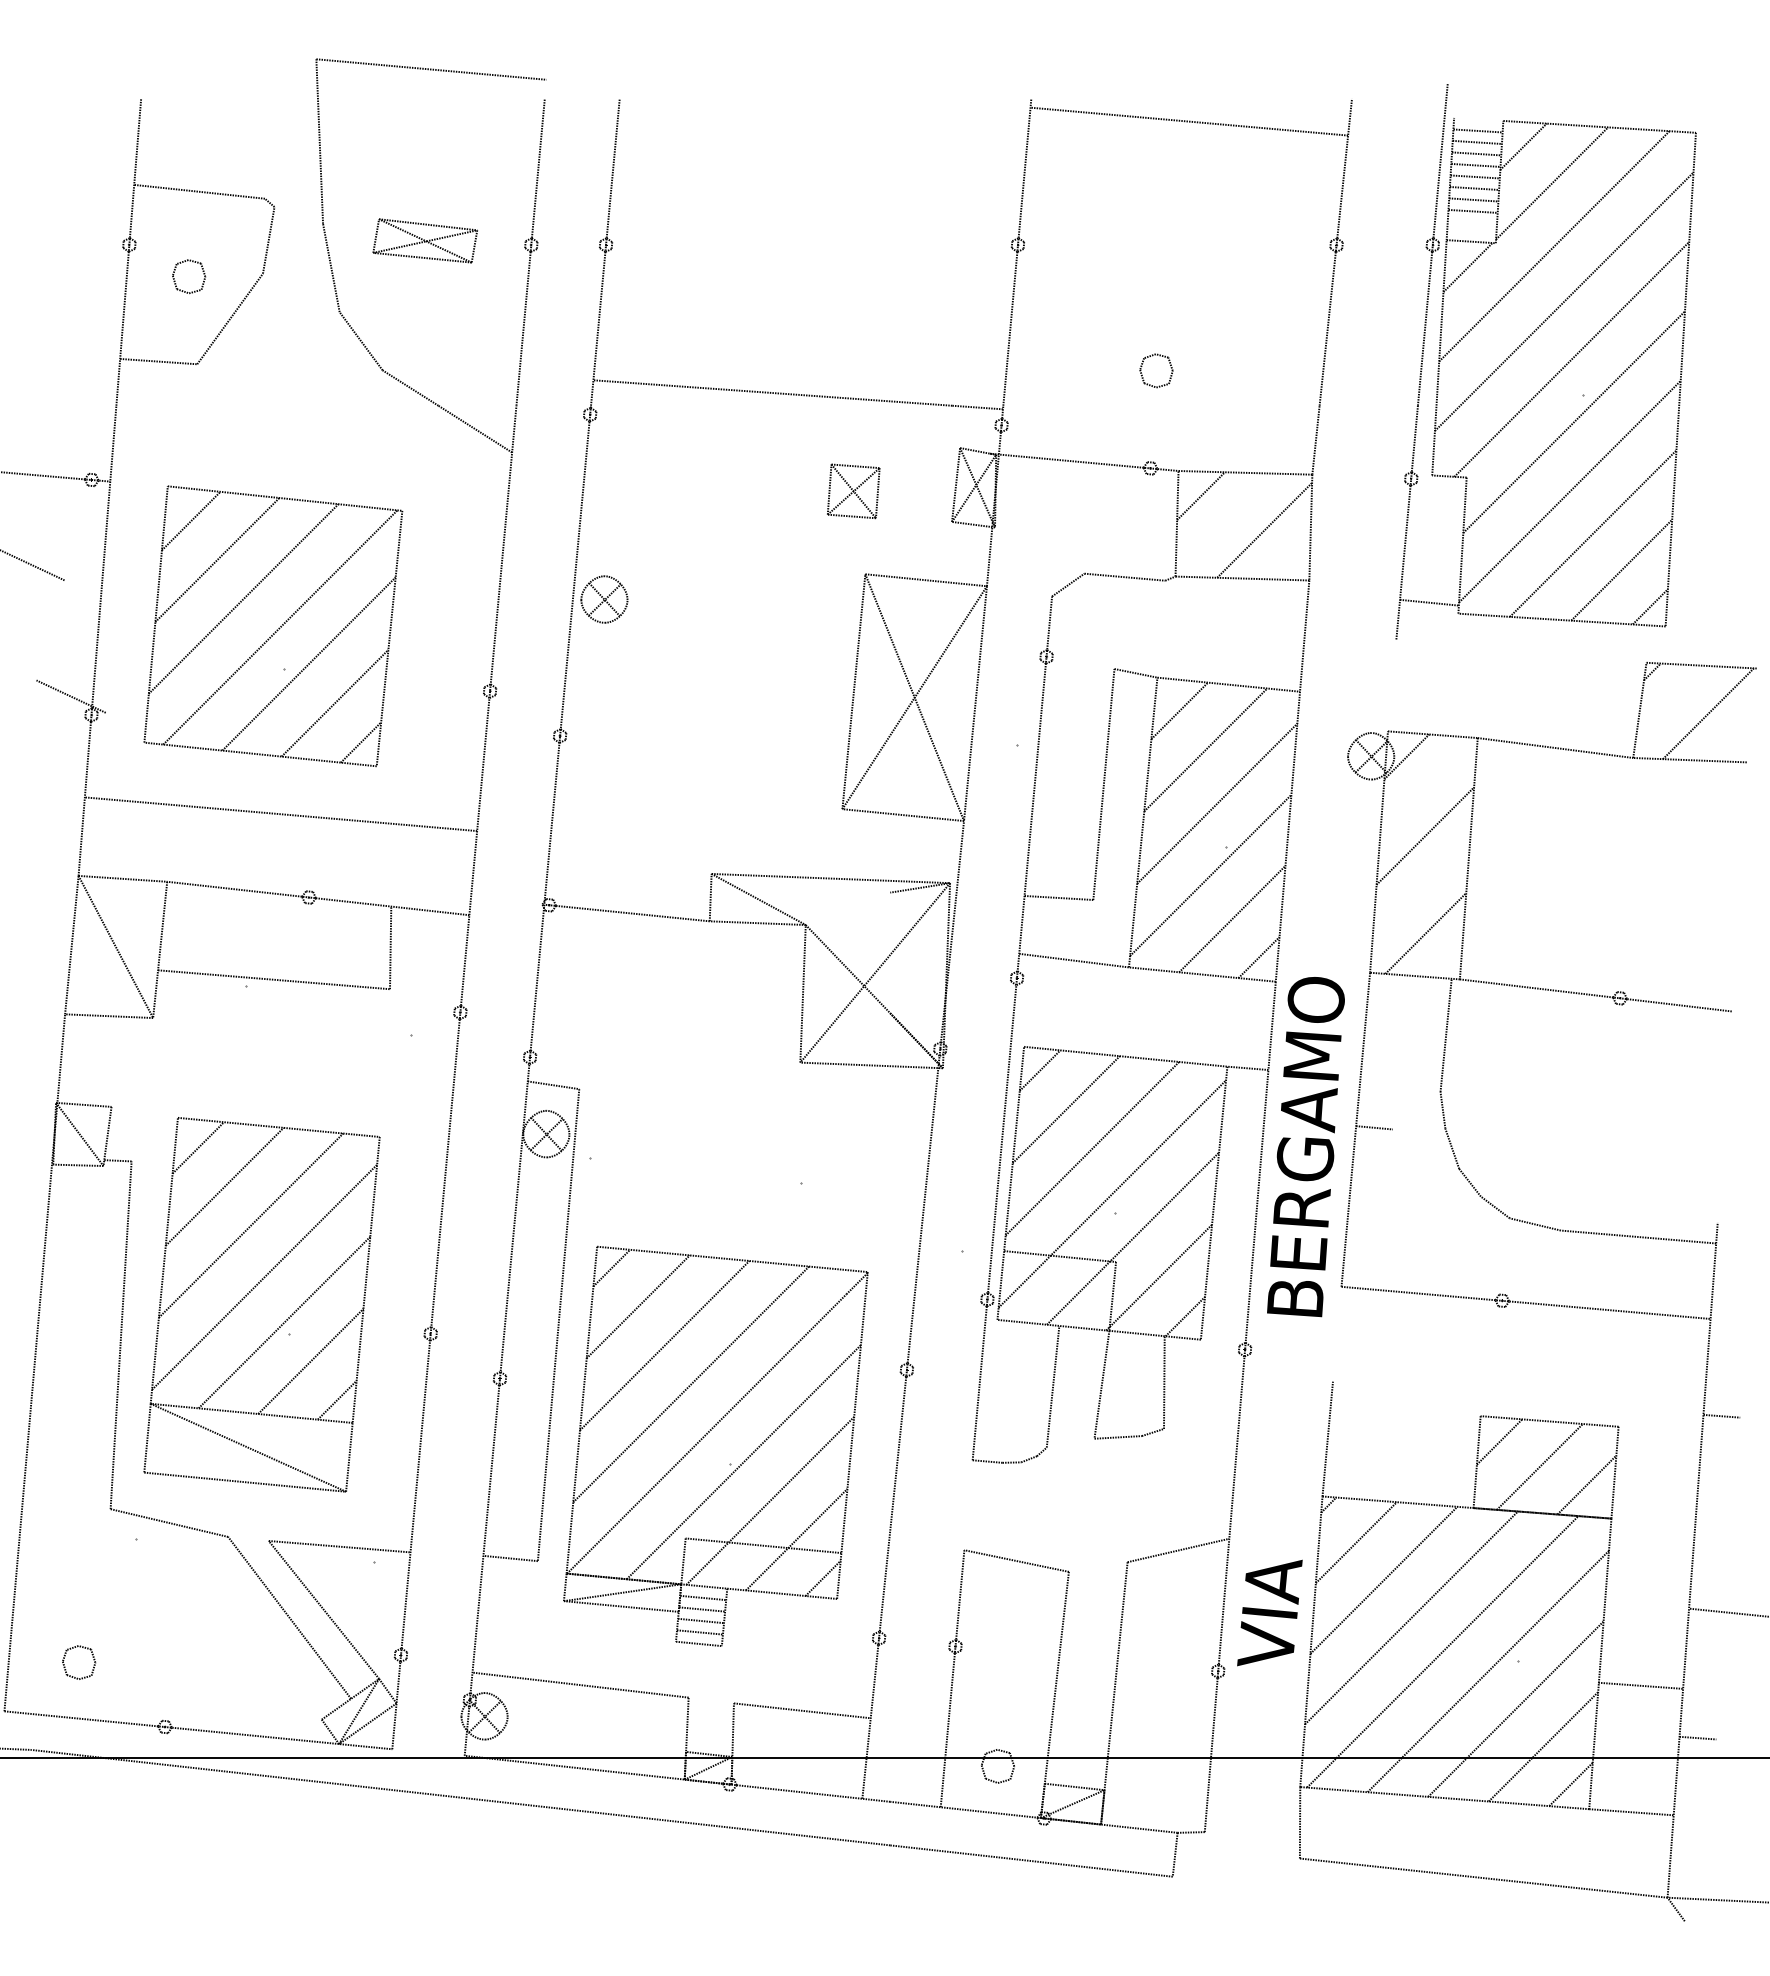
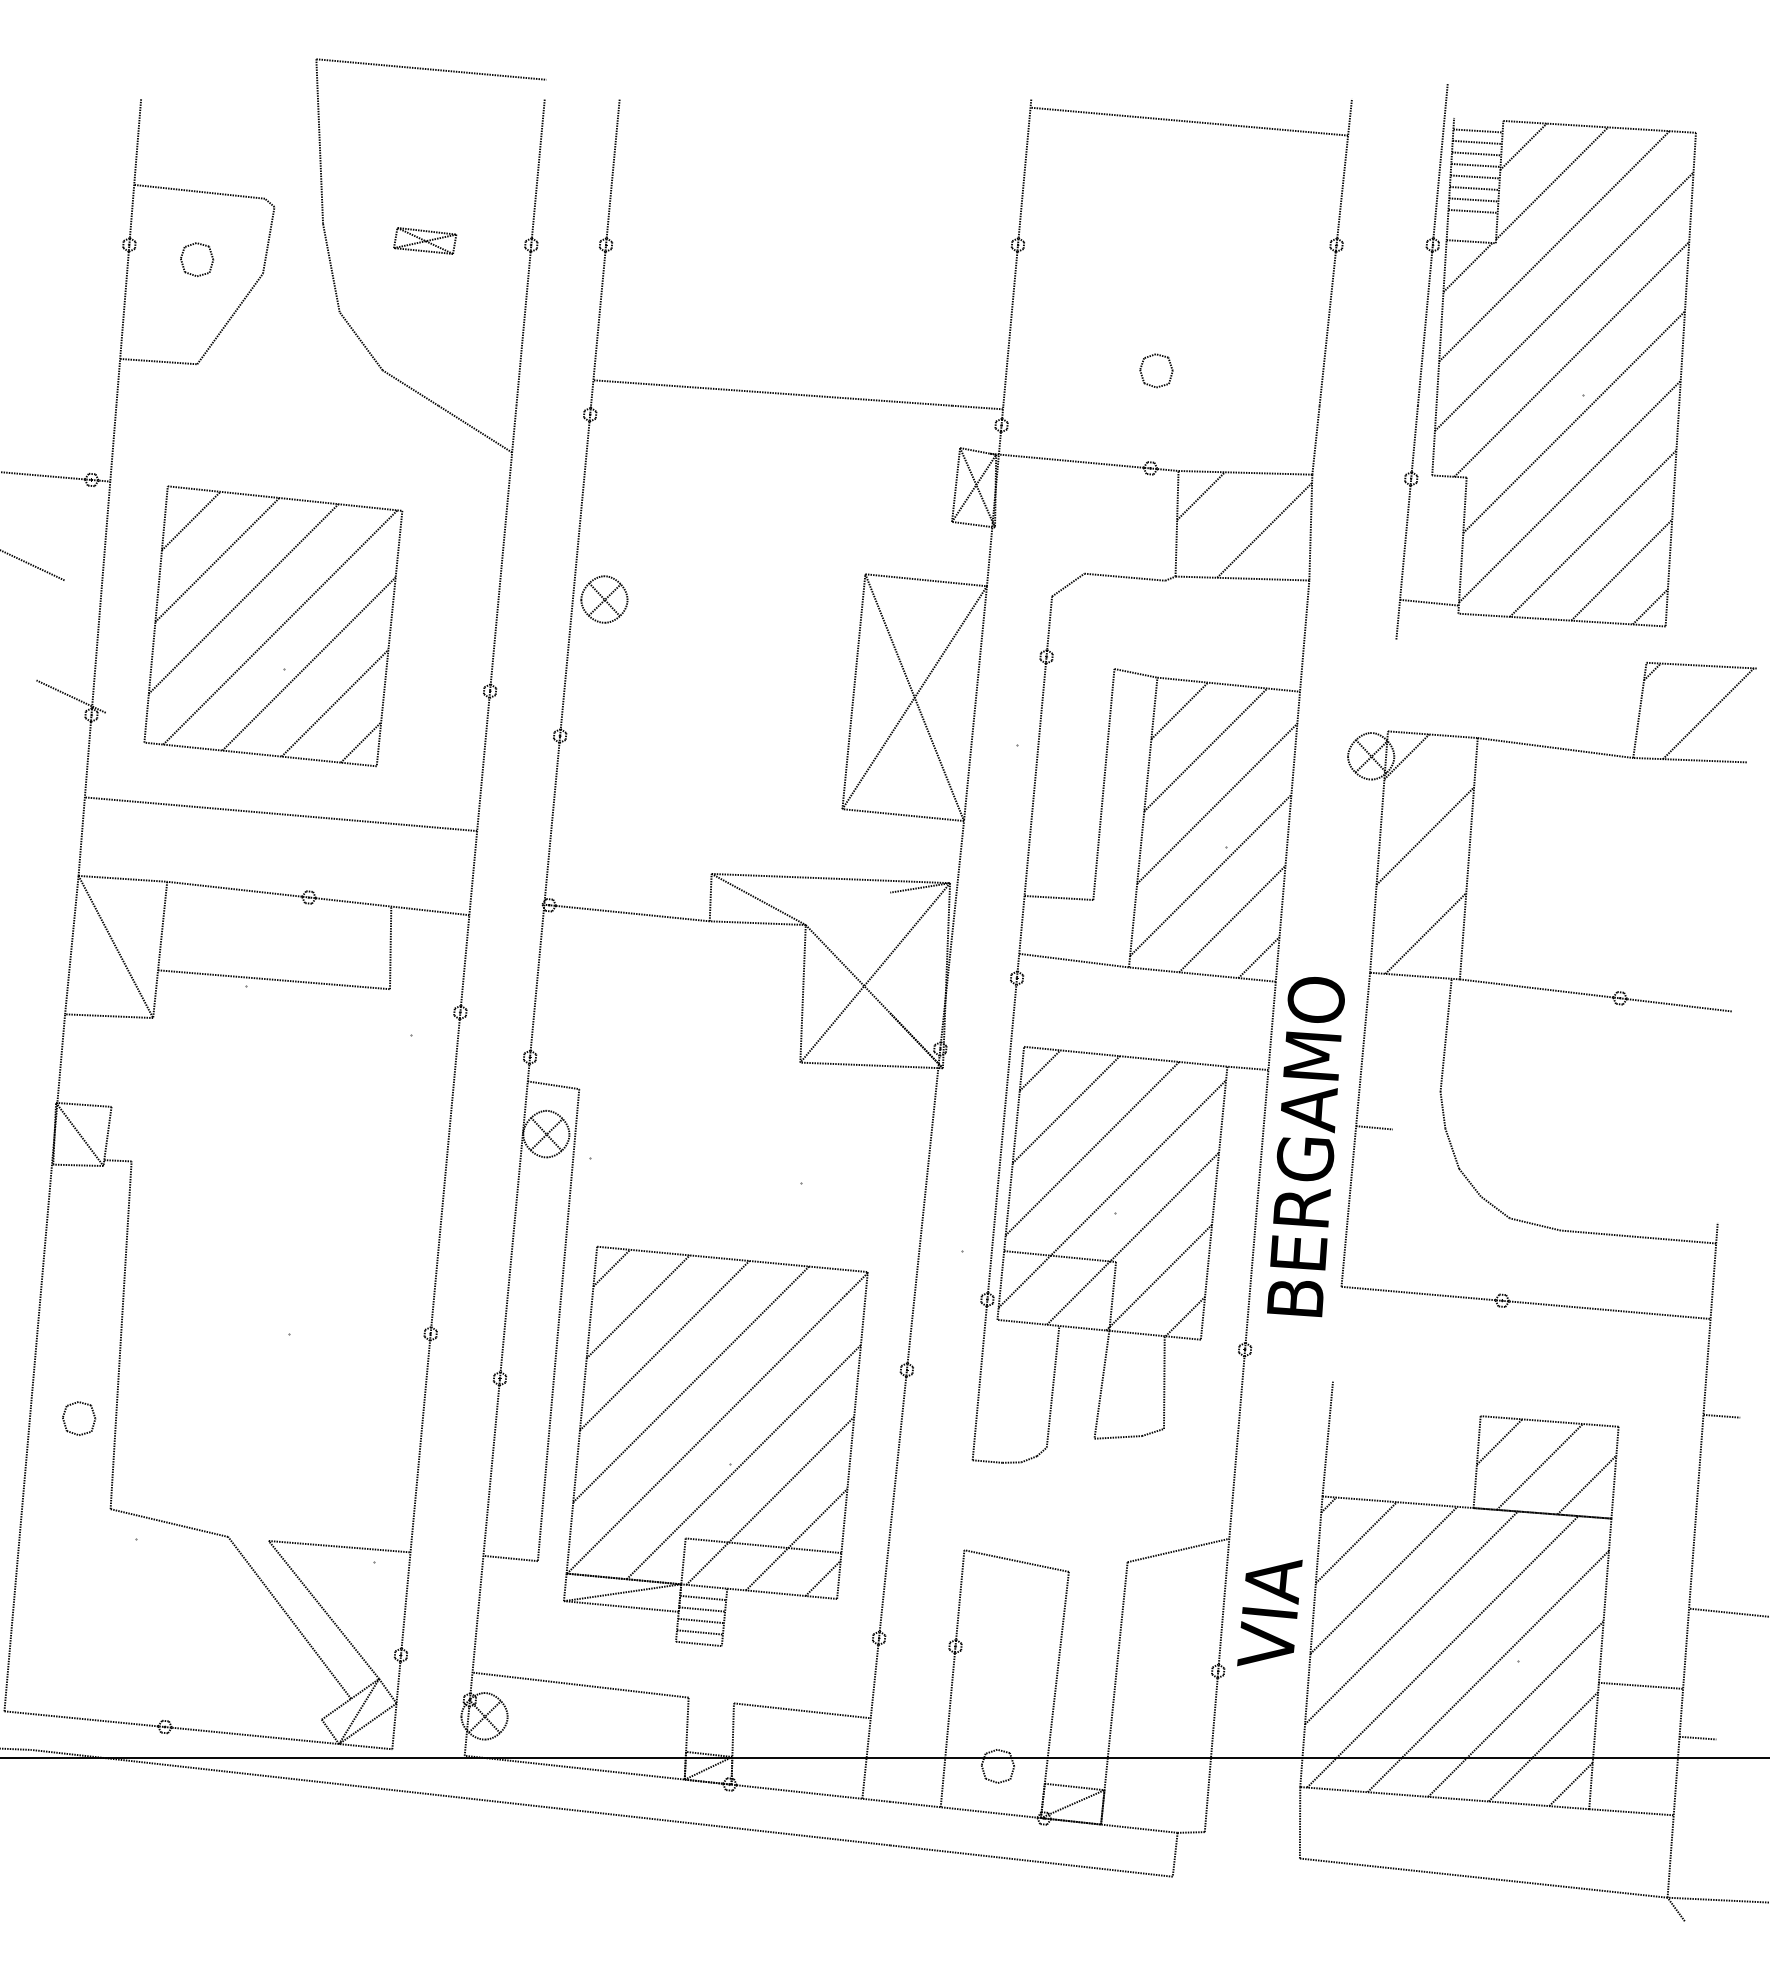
part at (424, 240) size: 106x46 px -> 65x28 px
part at (202, 271) position: (202, 271) -> (210, 254)
part at (853, 491): present -> none
part at (250, 1292): present -> none
part at (92, 1657) position: (92, 1657) -> (92, 1413)
